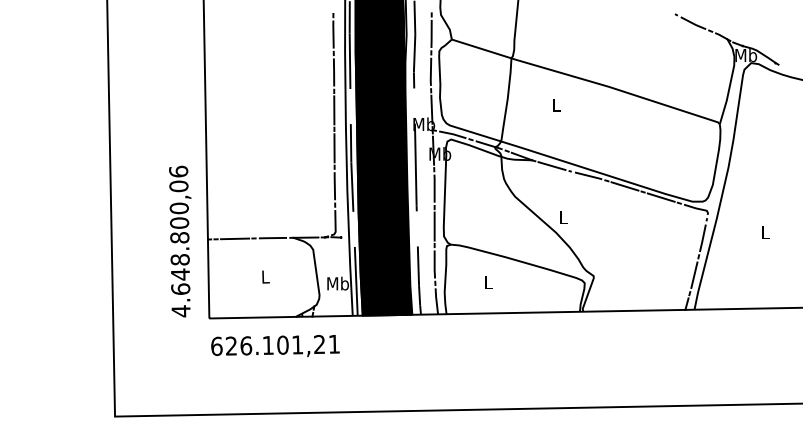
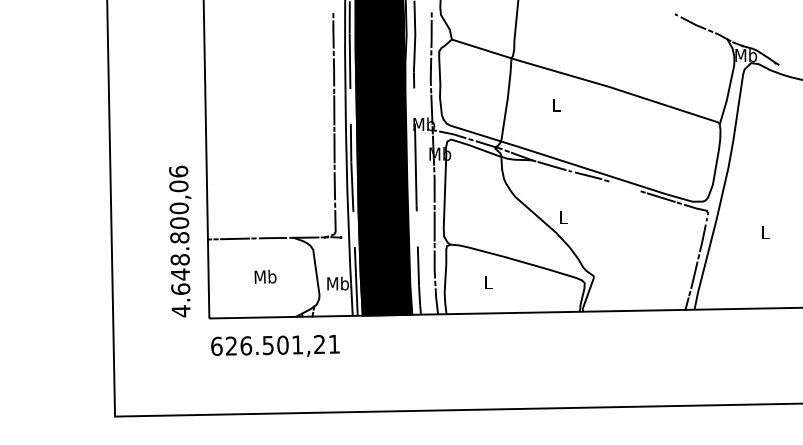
line at (624, 186): present -> none
text at (265, 276): L -> Mb
text at (267, 345): 626.101,21 -> 626.501,21
